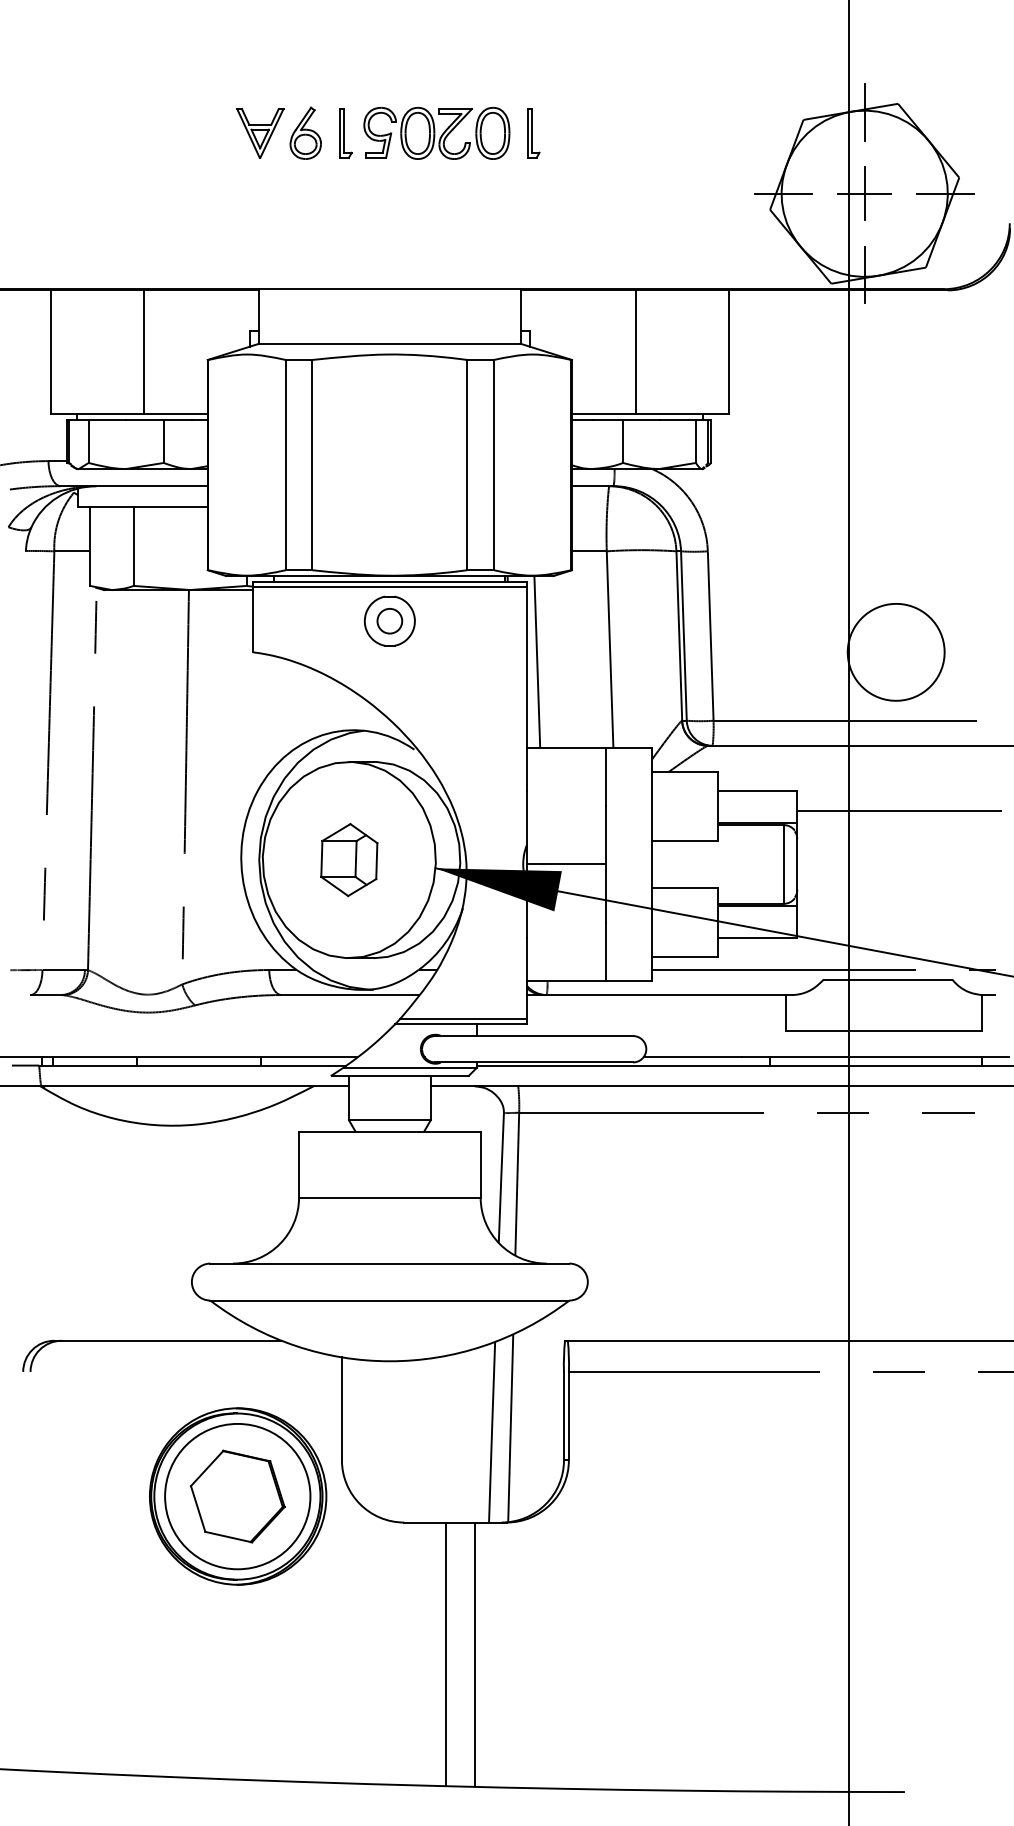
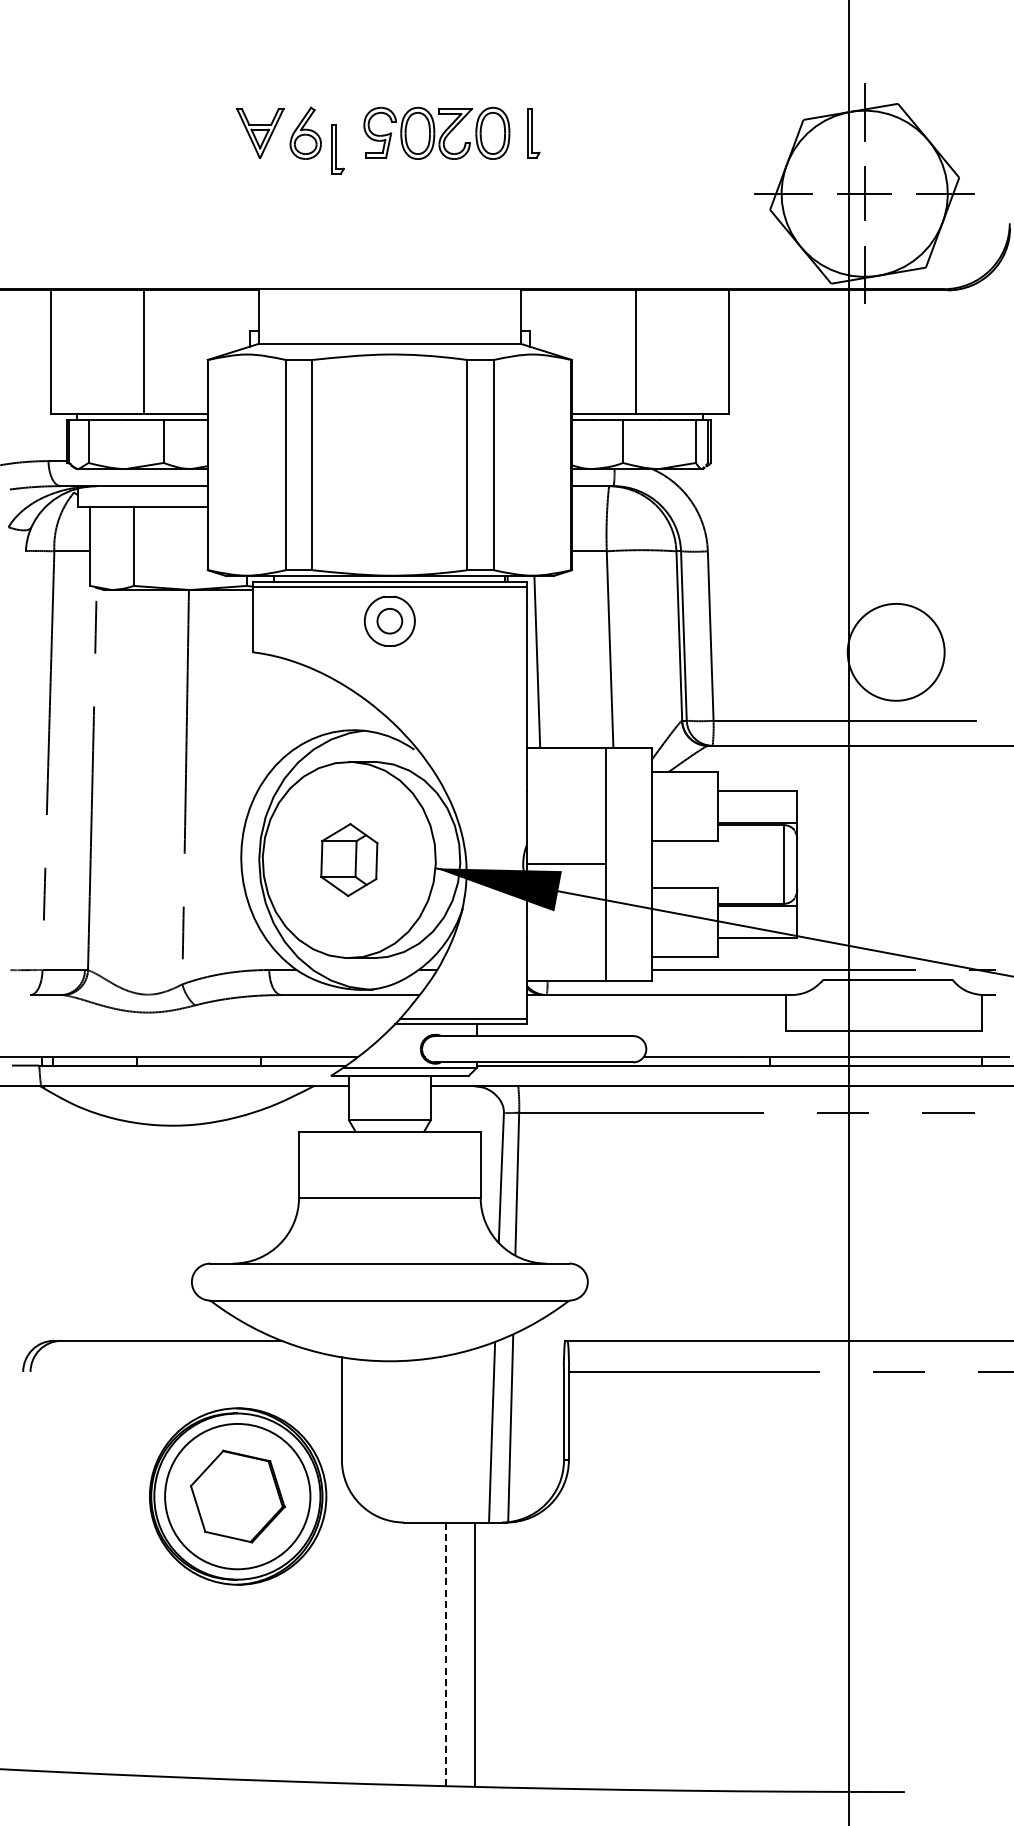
part at (345, 133) position: (345, 133) -> (337, 149)
line at (899, 810): present -> none
line at (445, 1654): solid -> dashed
